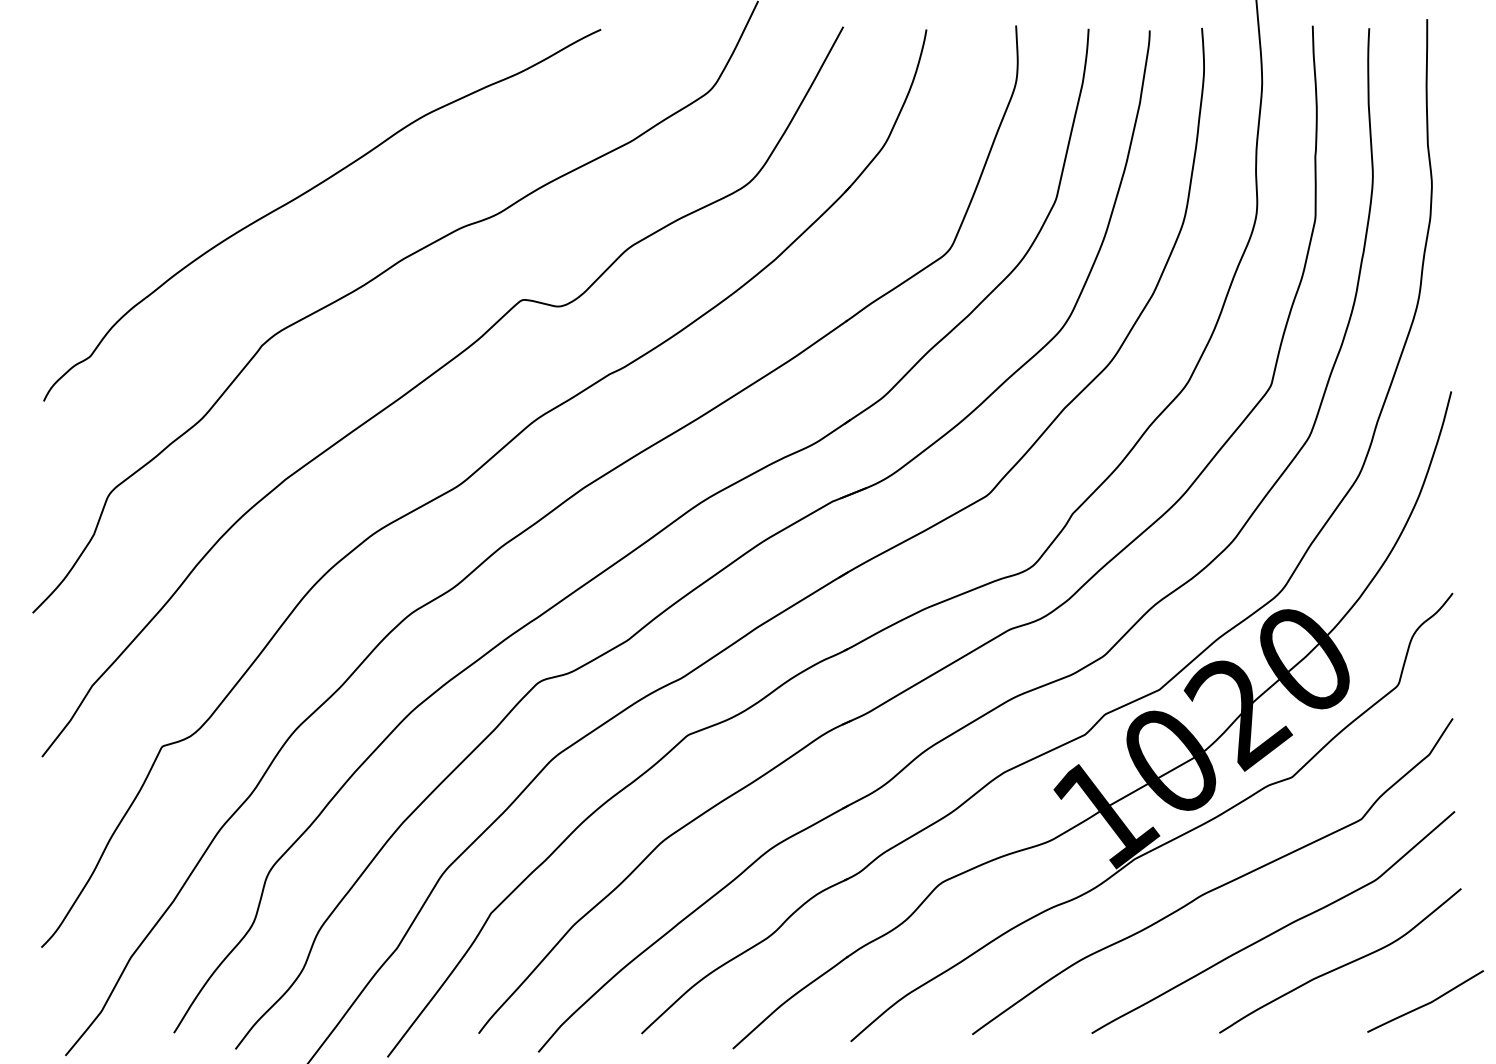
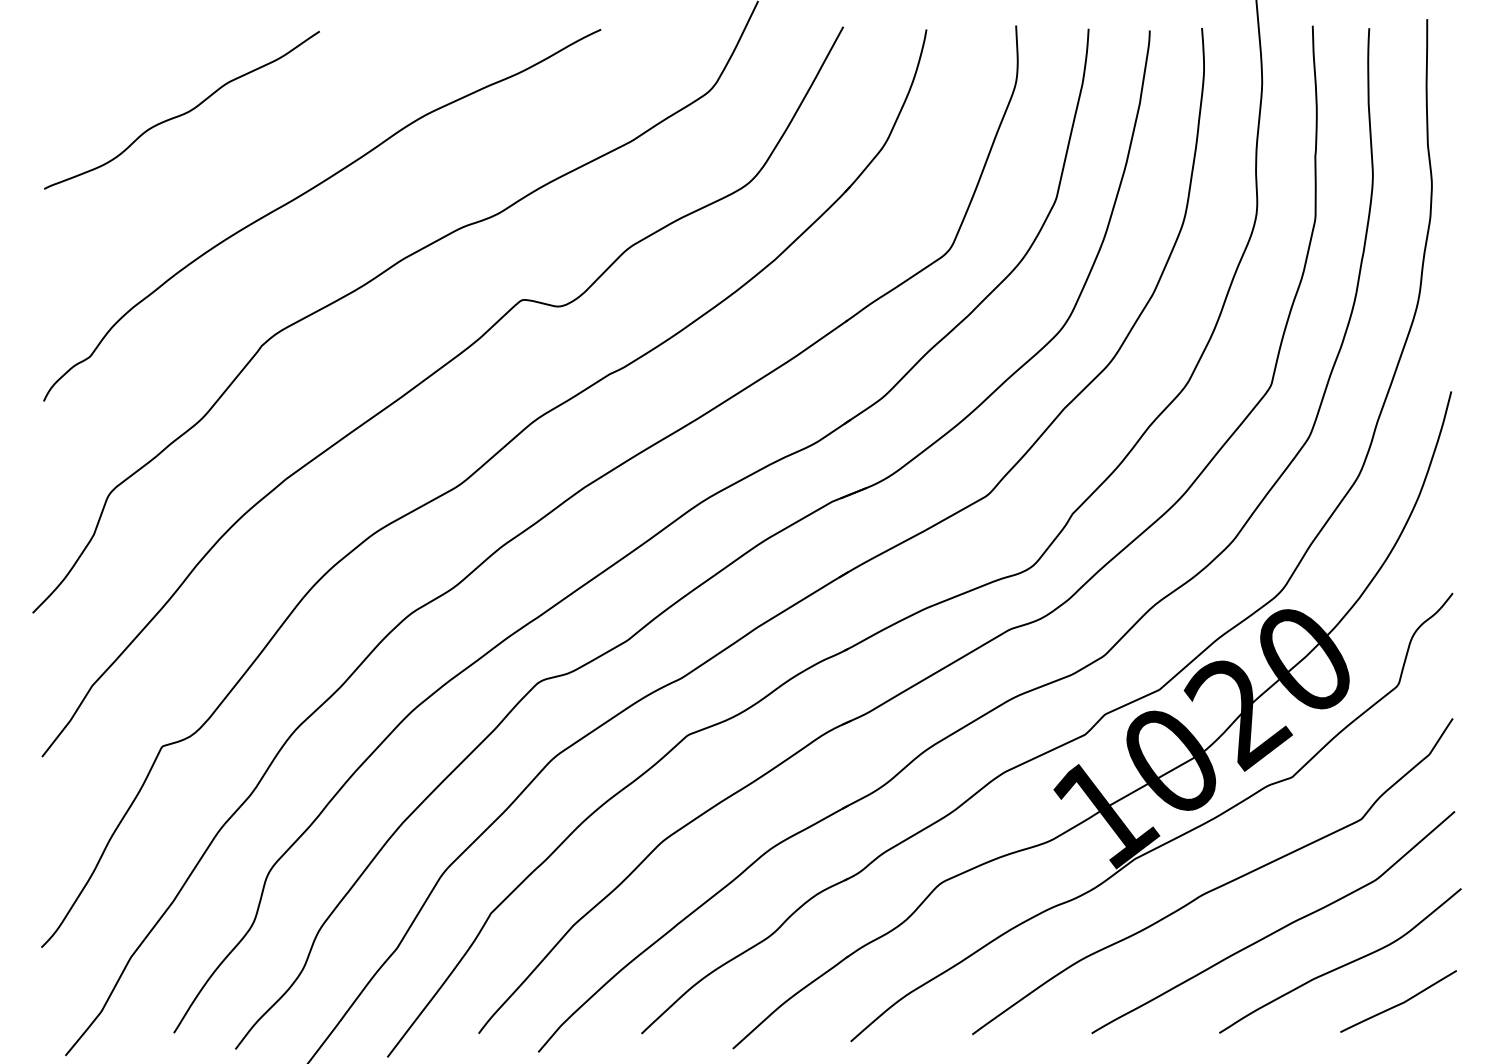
curve at (182, 113): none -> present
curve at (1426, 1003) position: (1426, 1003) -> (1399, 1003)
